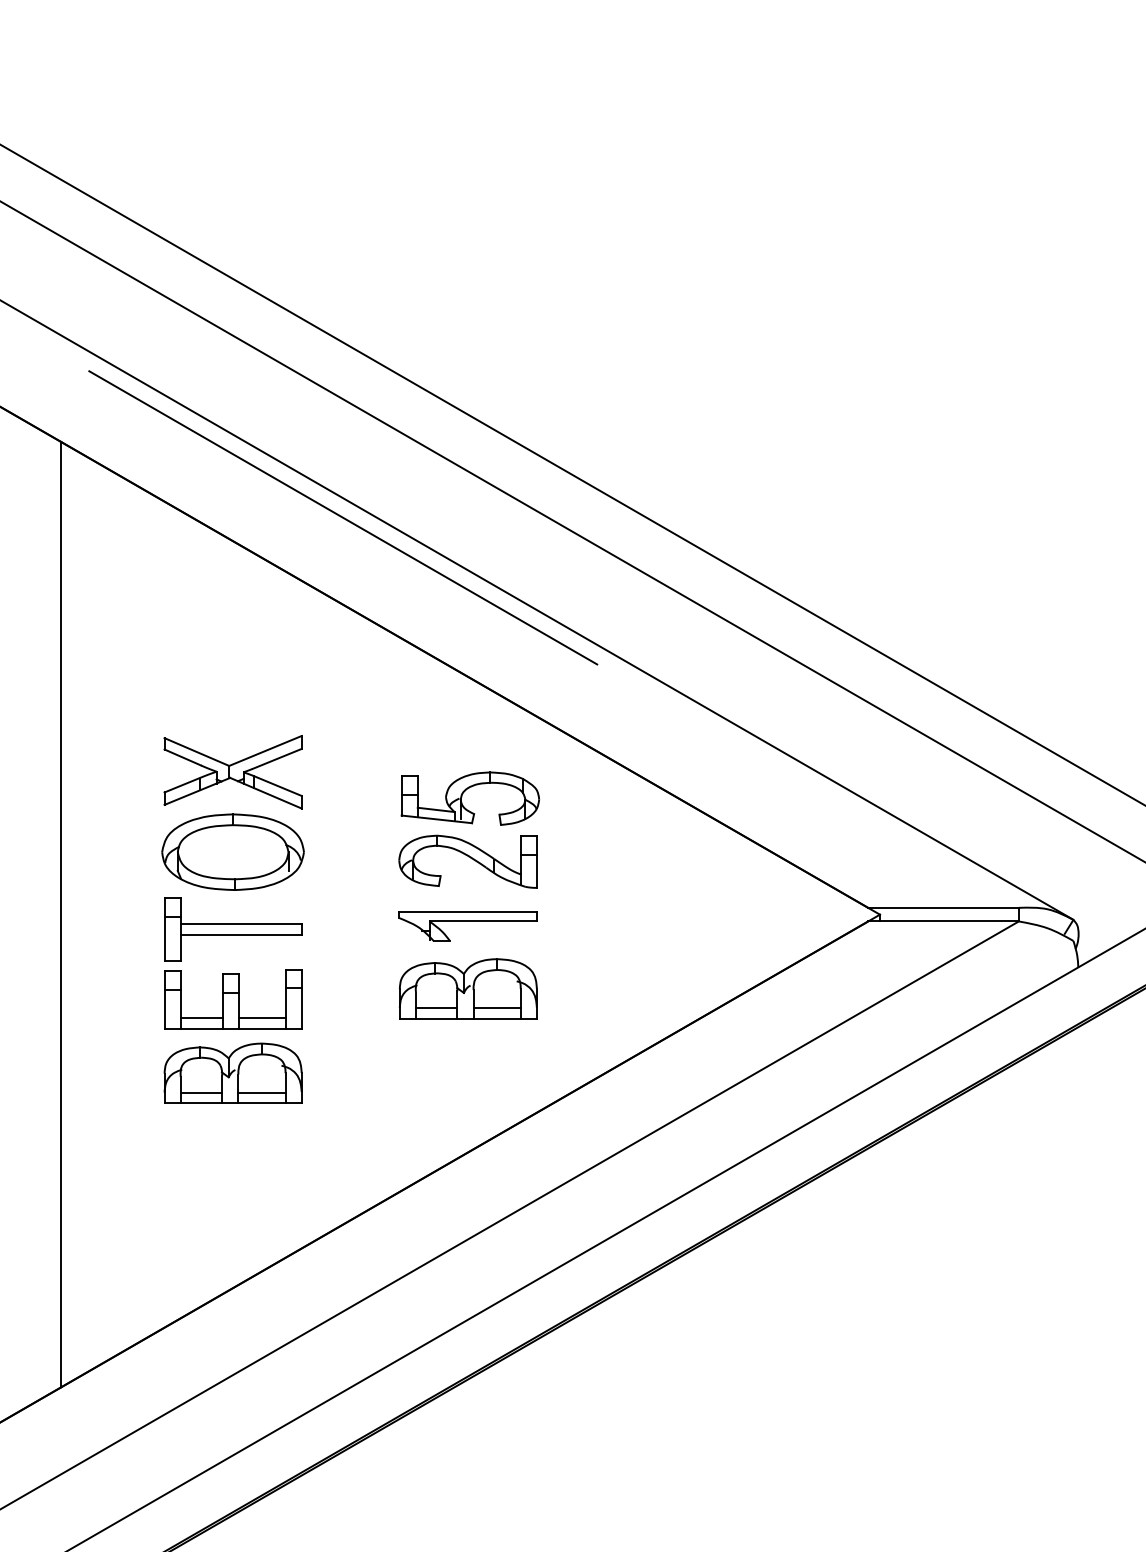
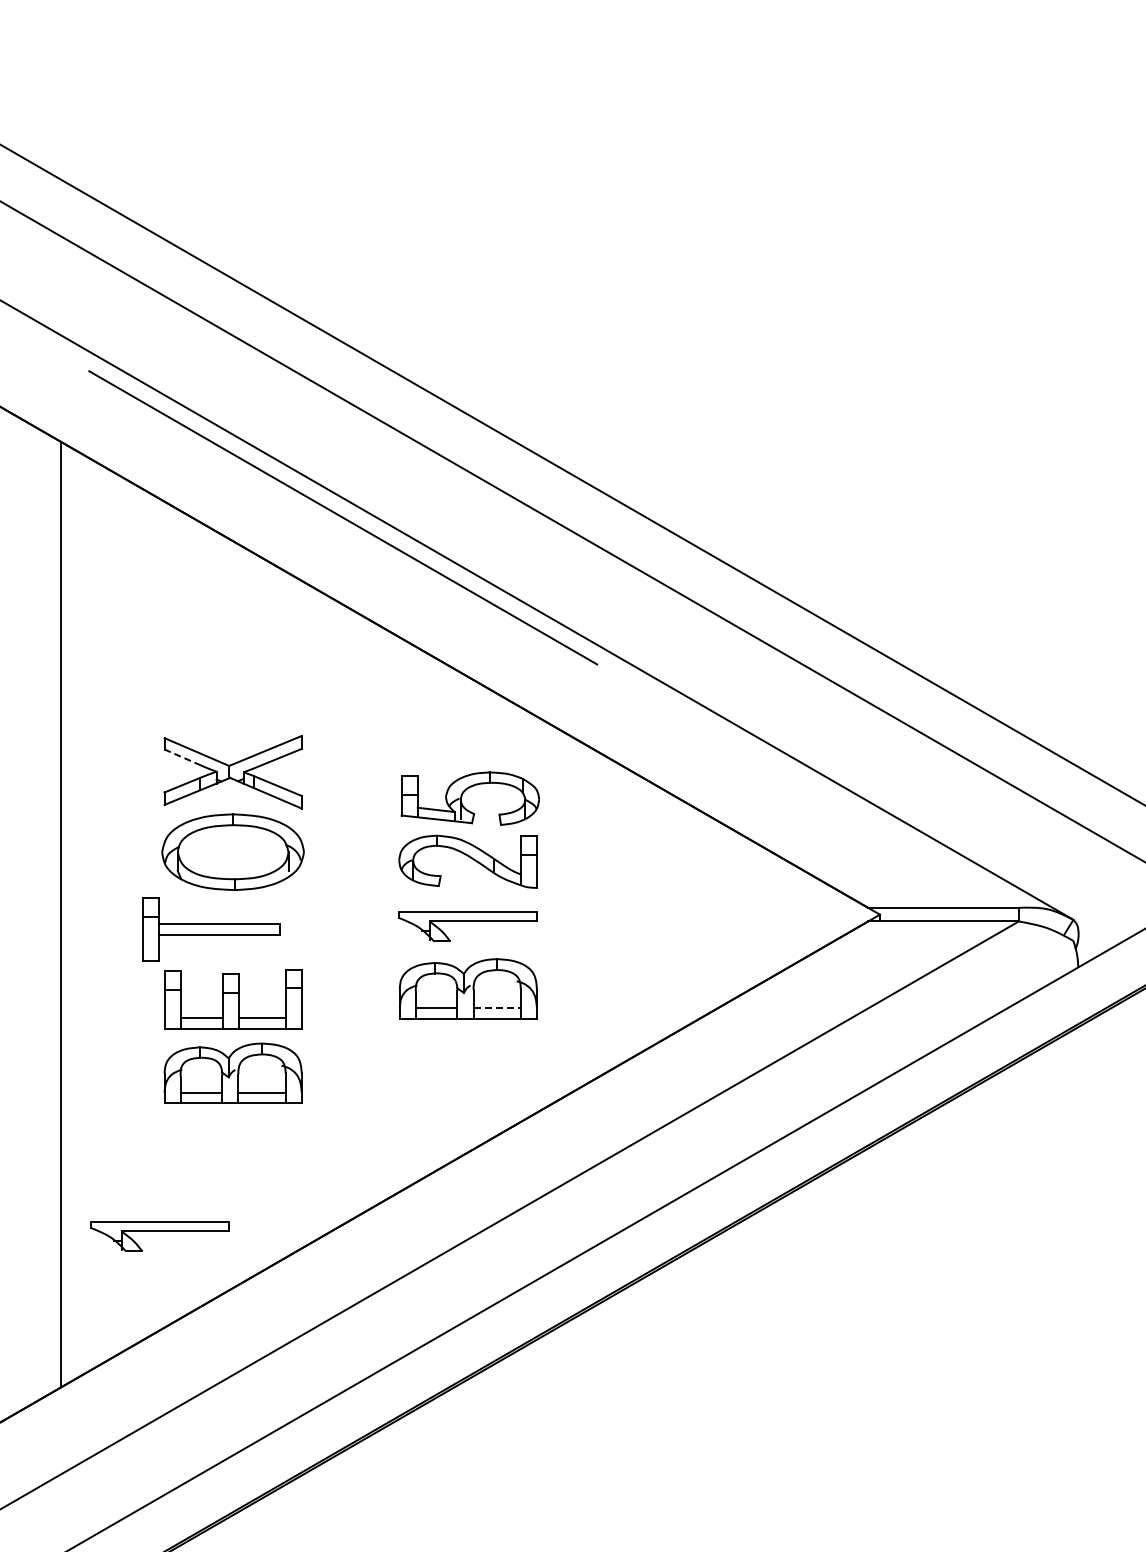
line at (182, 757): solid -> dashed
part at (233, 929) position: (233, 929) -> (211, 929)
line at (497, 1008): solid -> dashed
part at (159, 1236): none -> present
